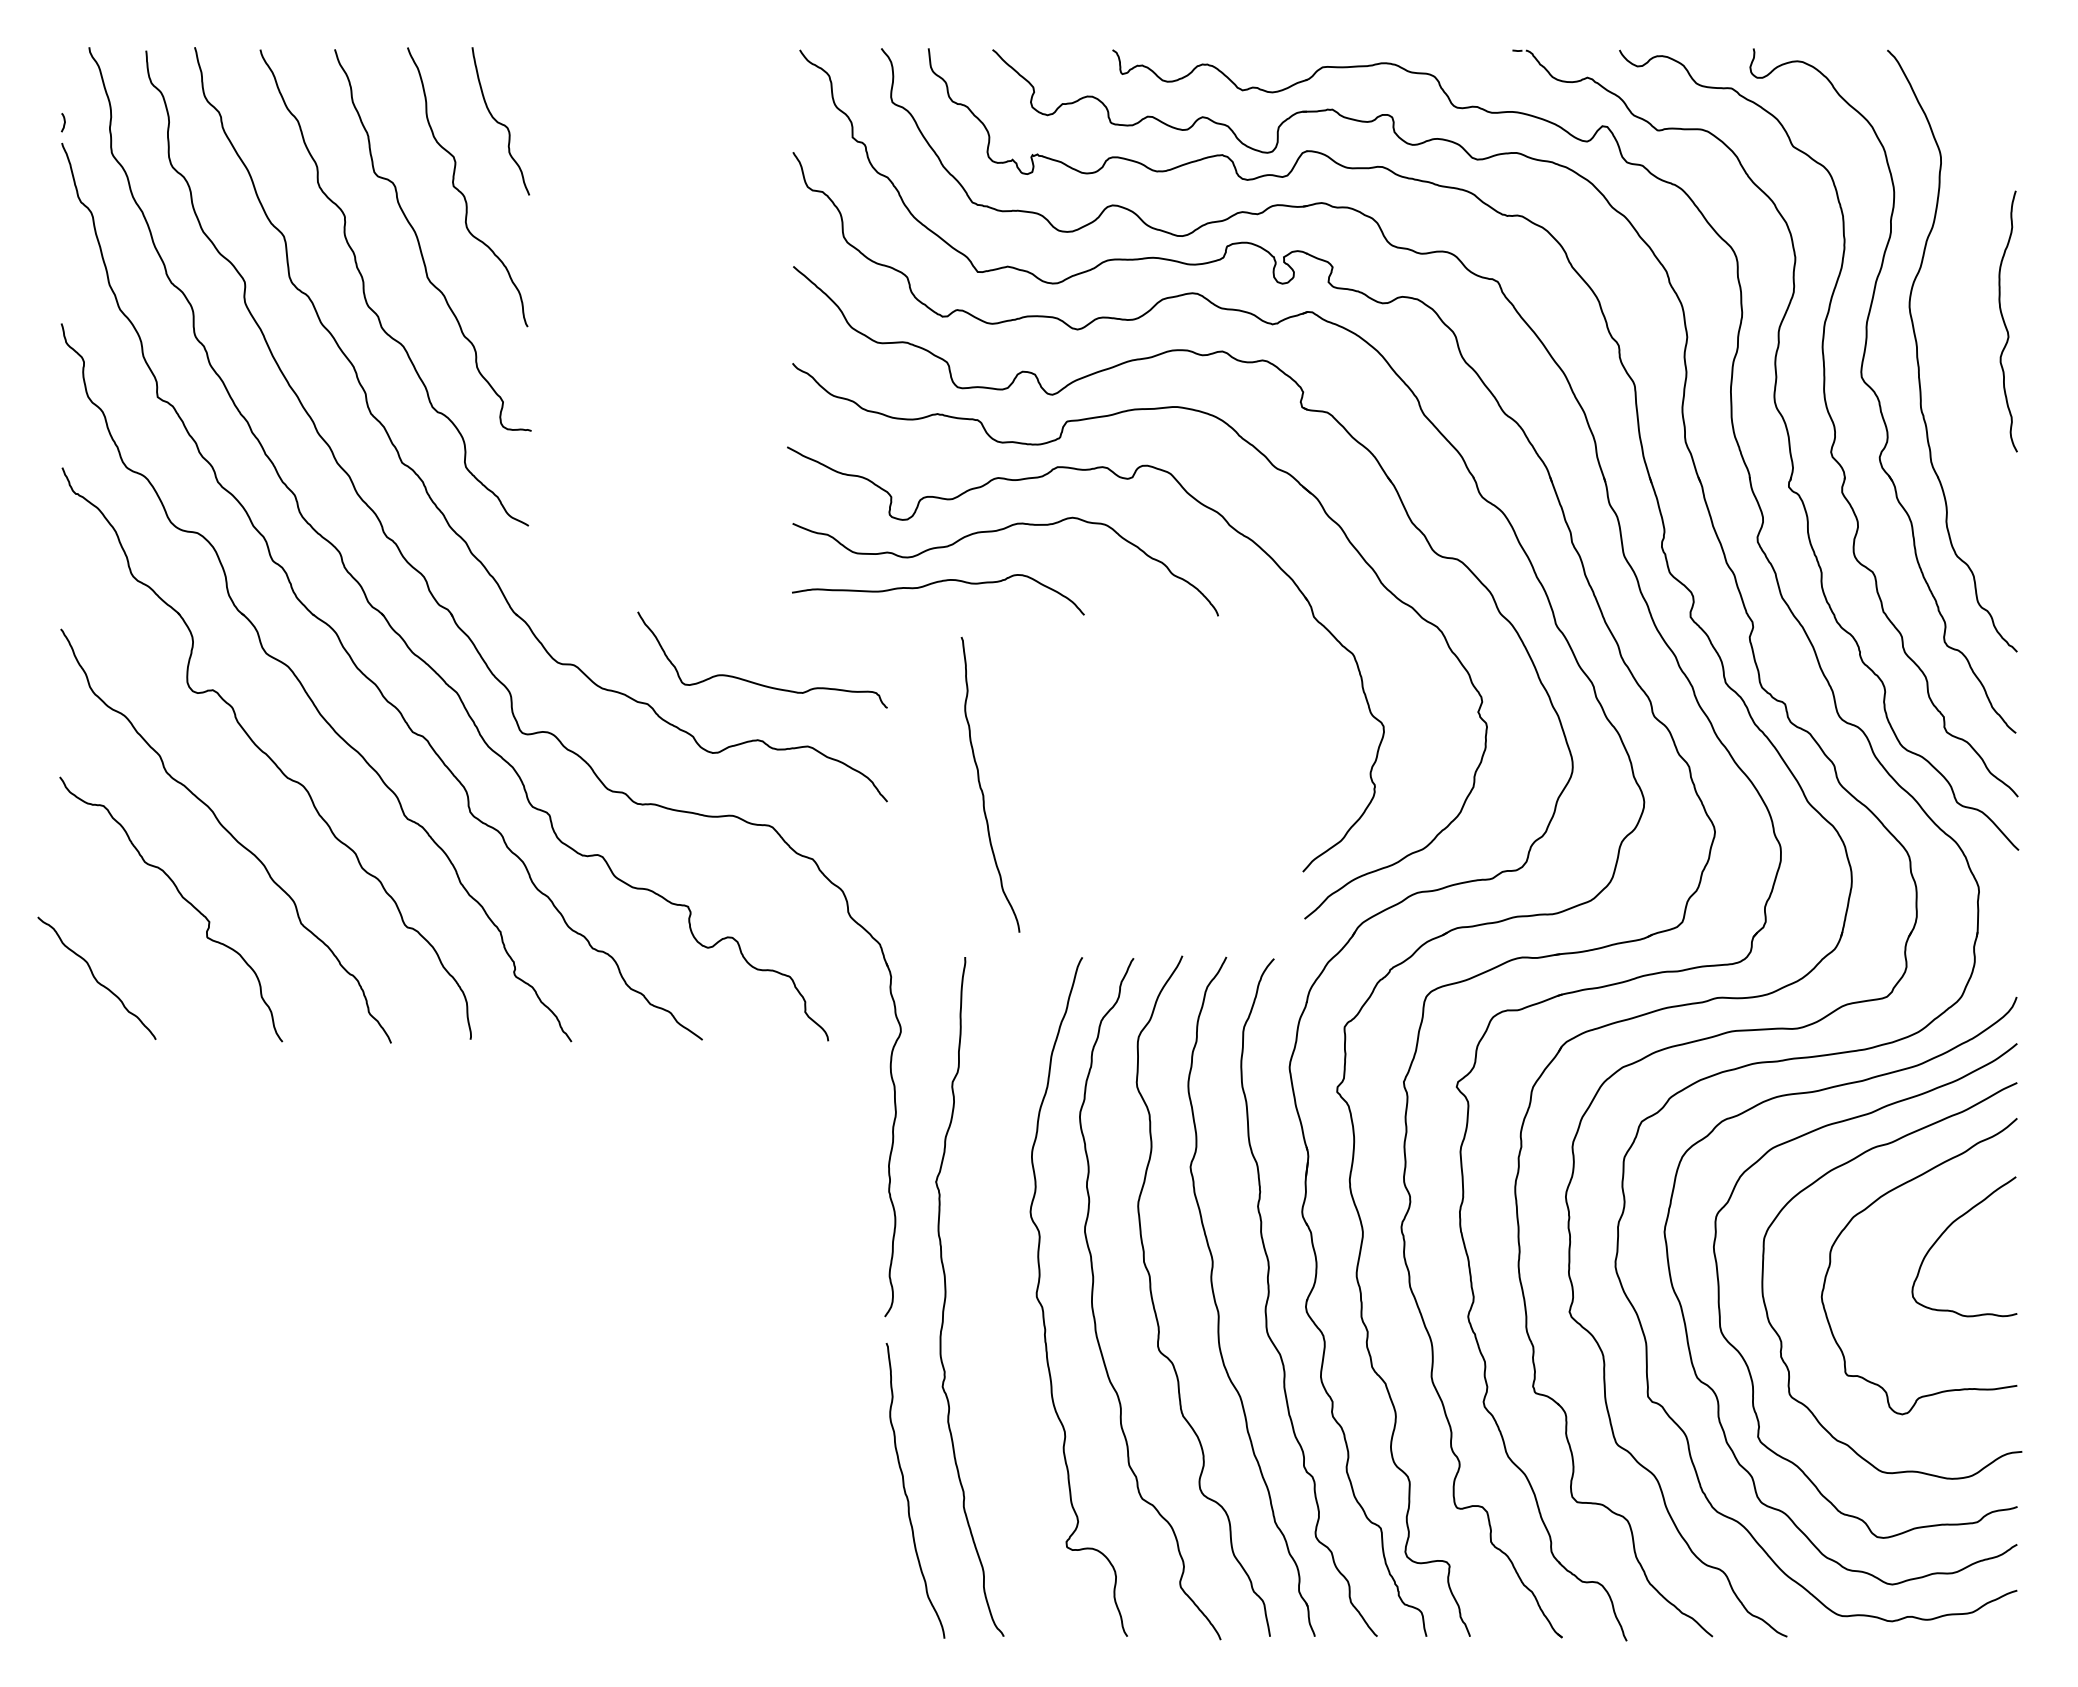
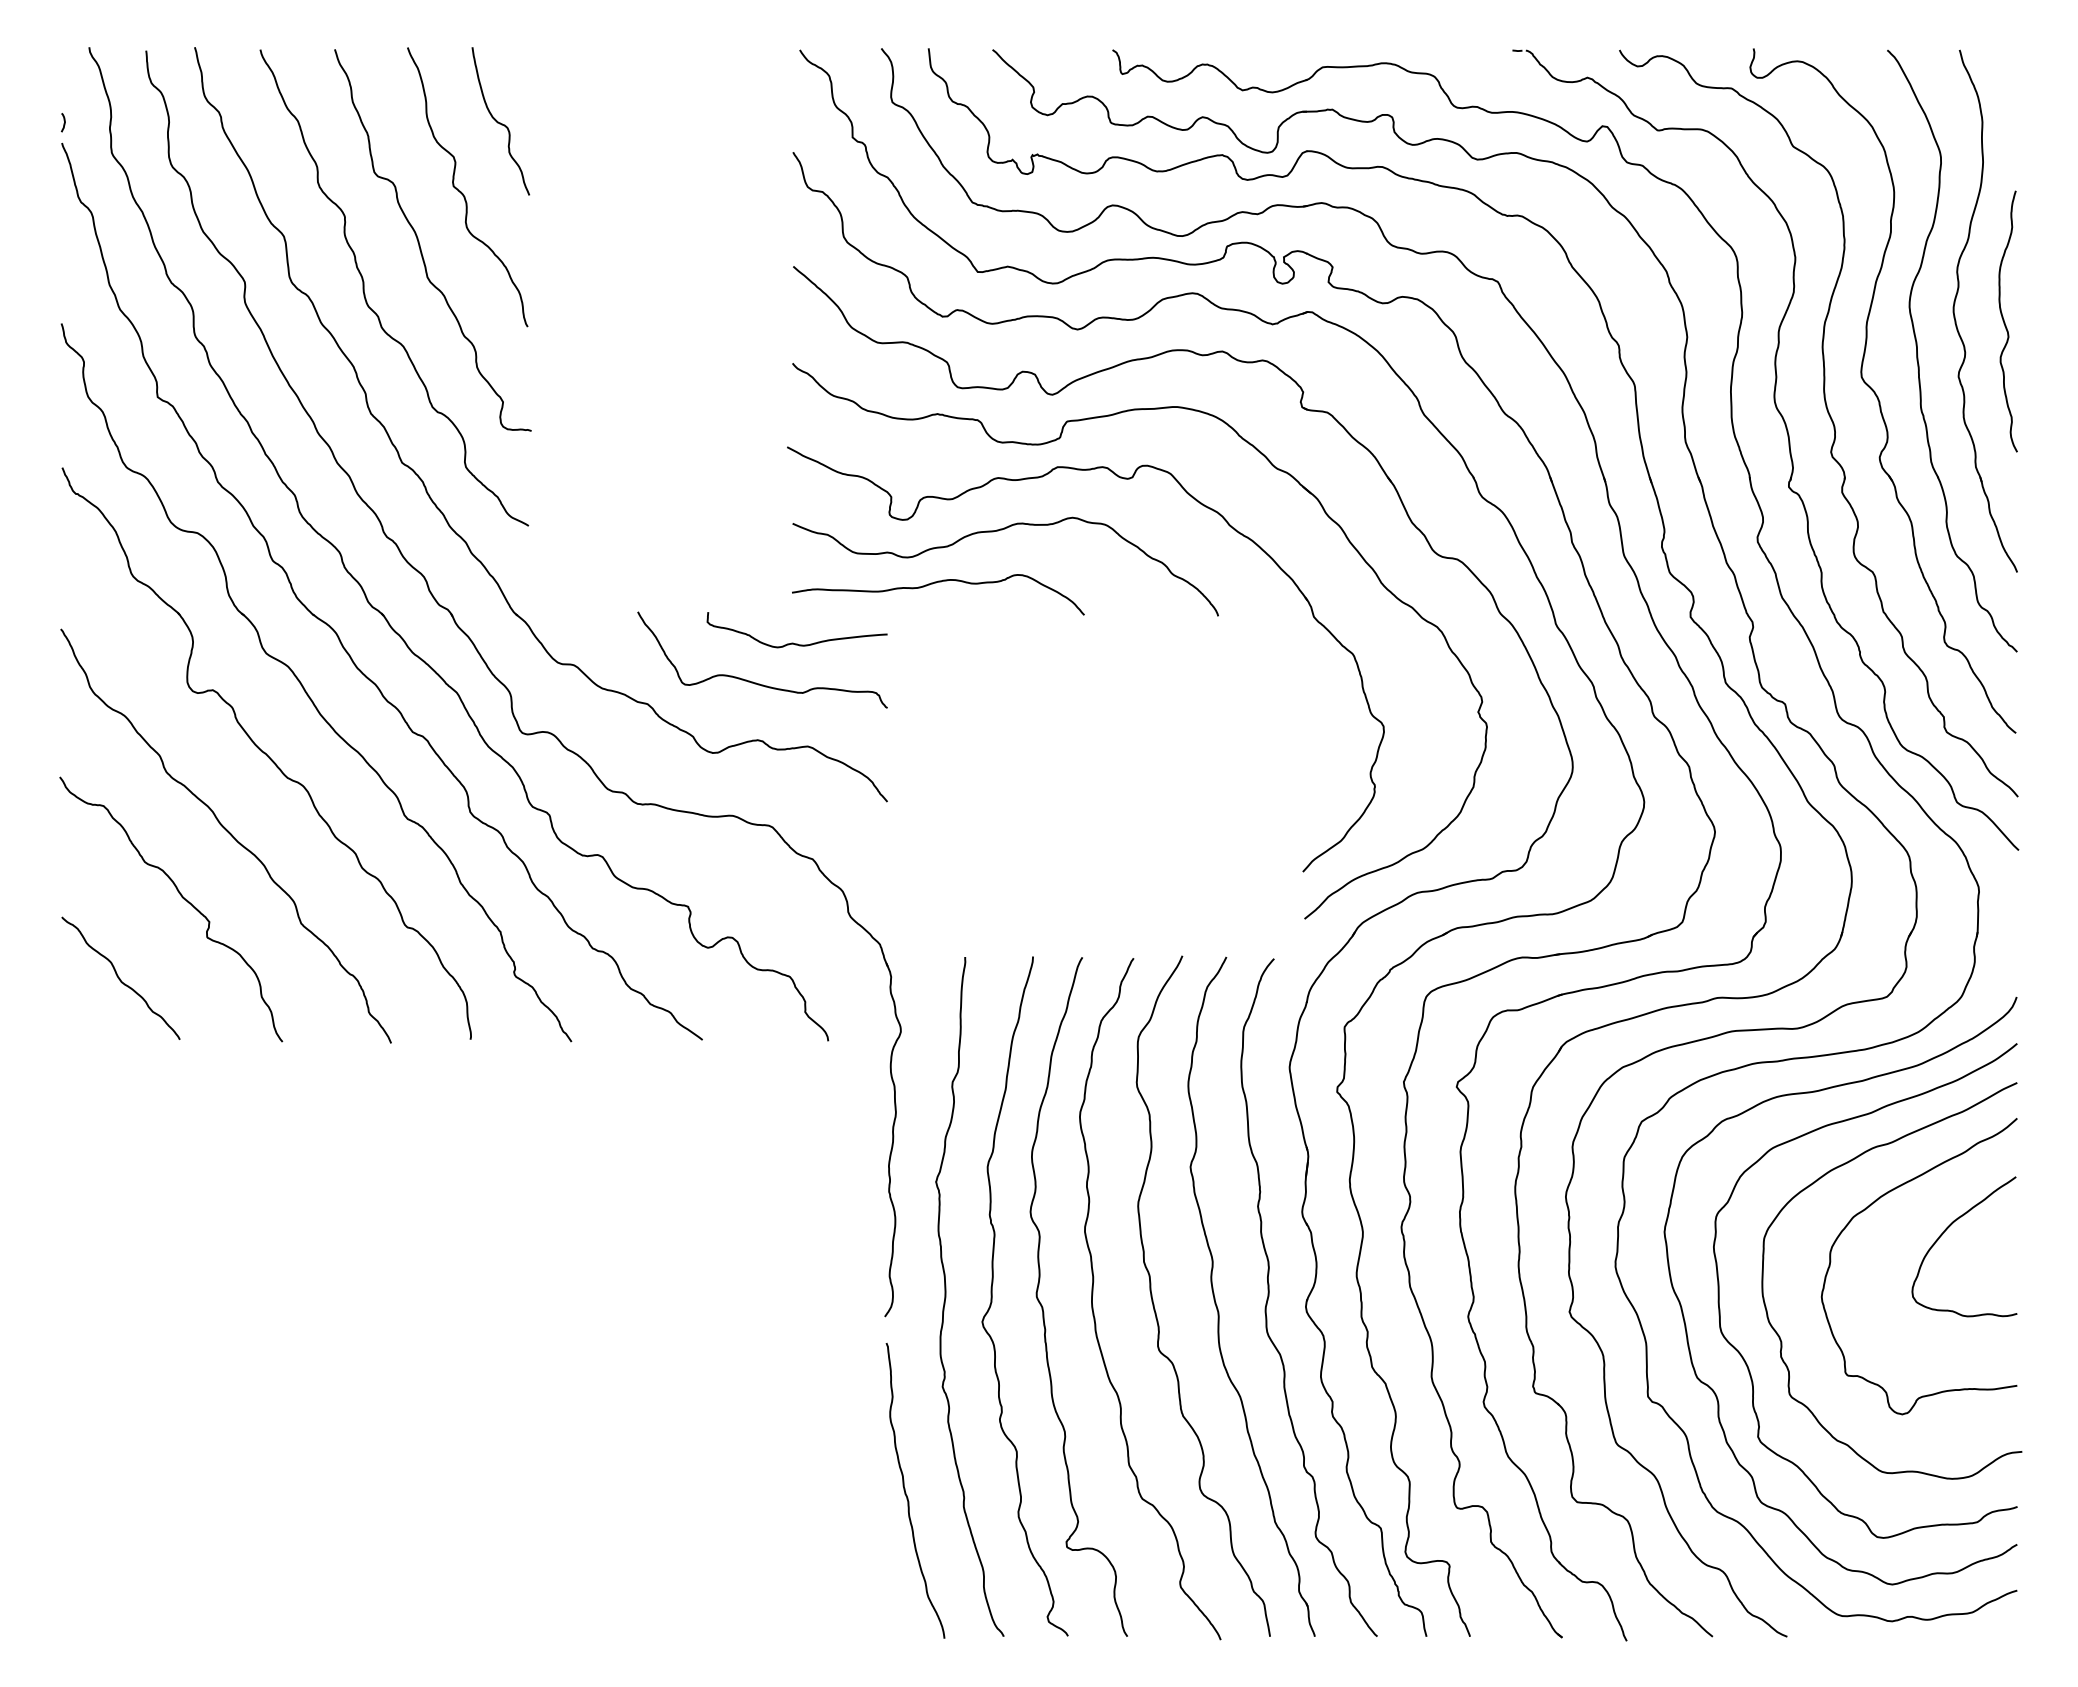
part at (1955, 315): none -> present
curve at (793, 642): none -> present
curve at (981, 786): present -> none
curve at (95, 977) position: (95, 977) -> (119, 977)
curve at (992, 1296): none -> present
